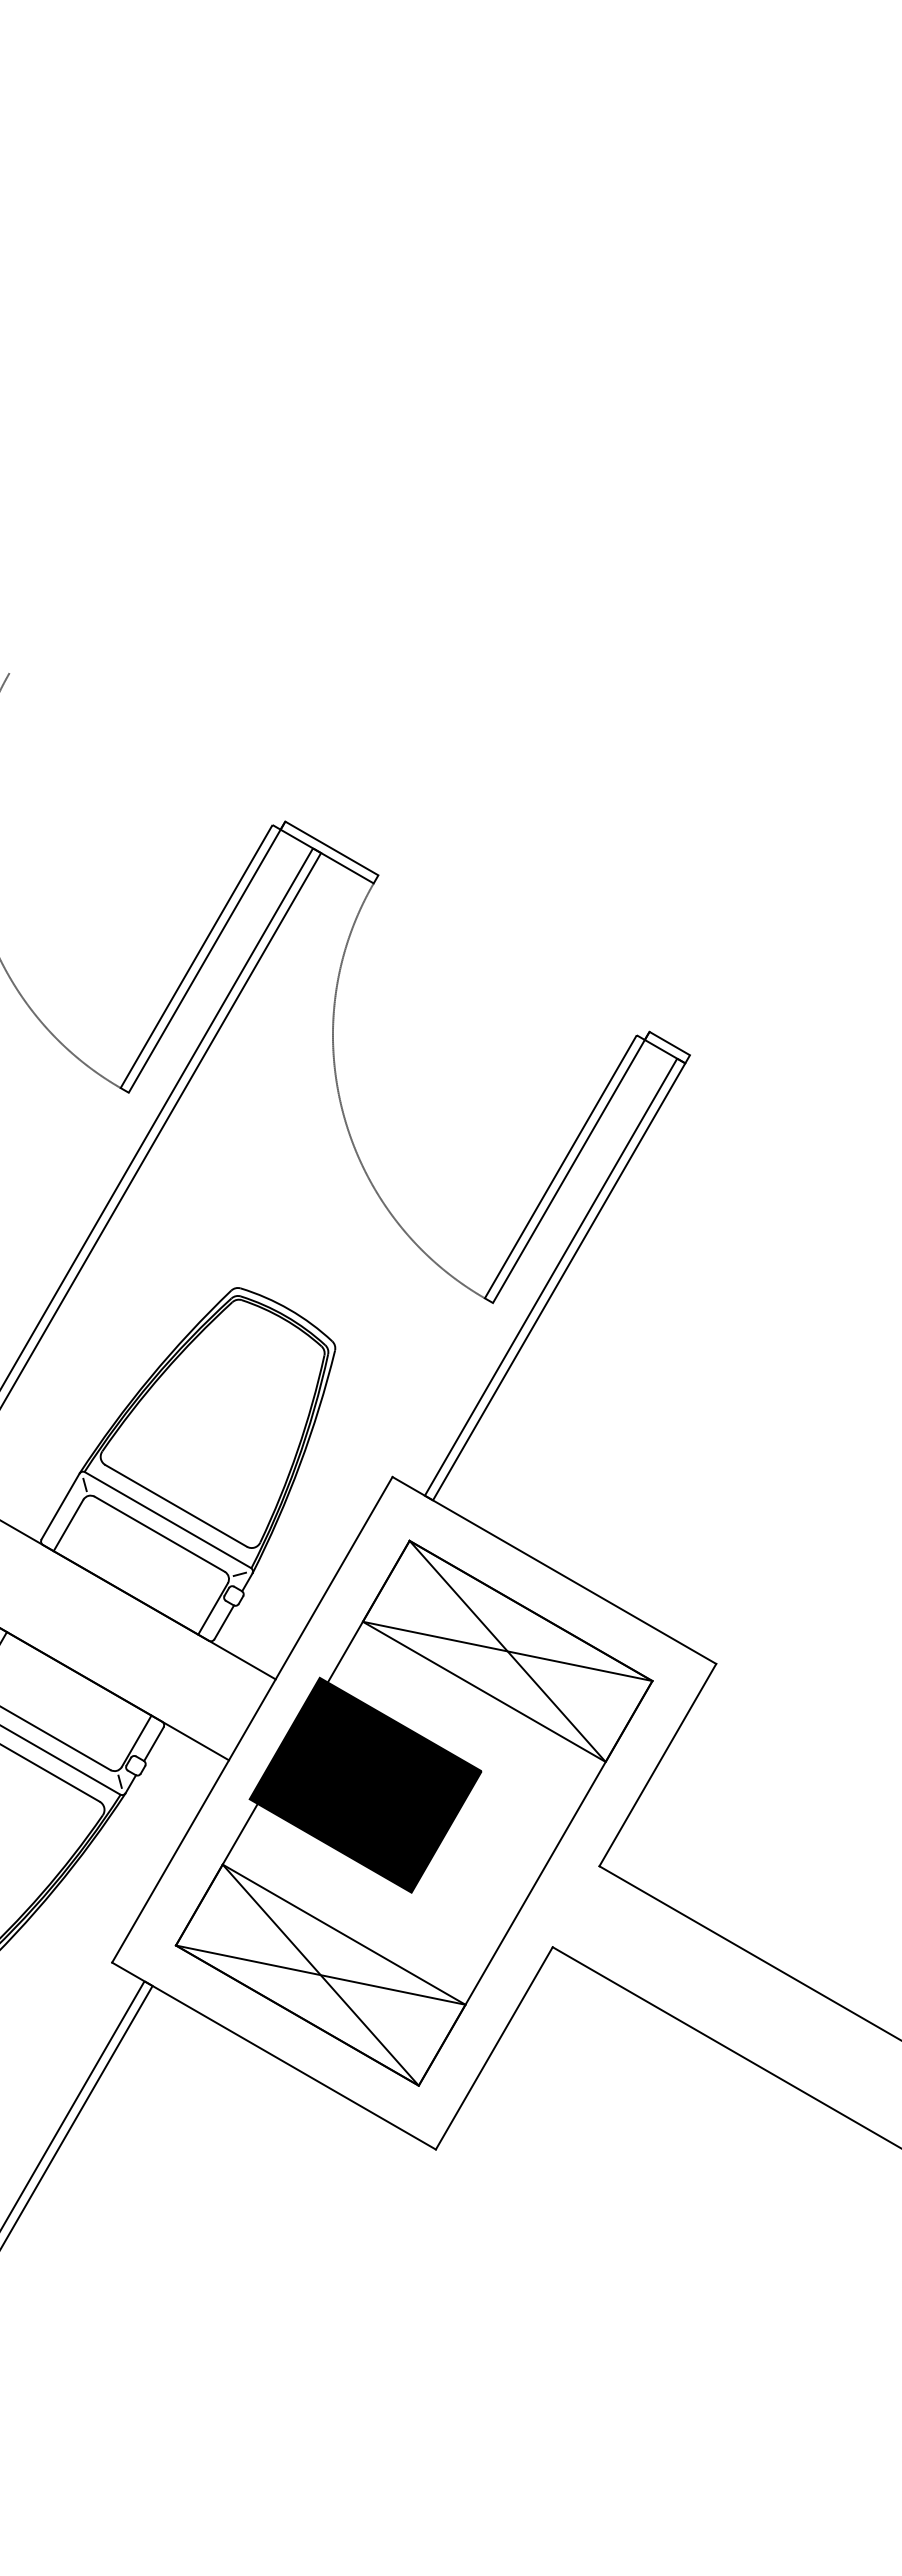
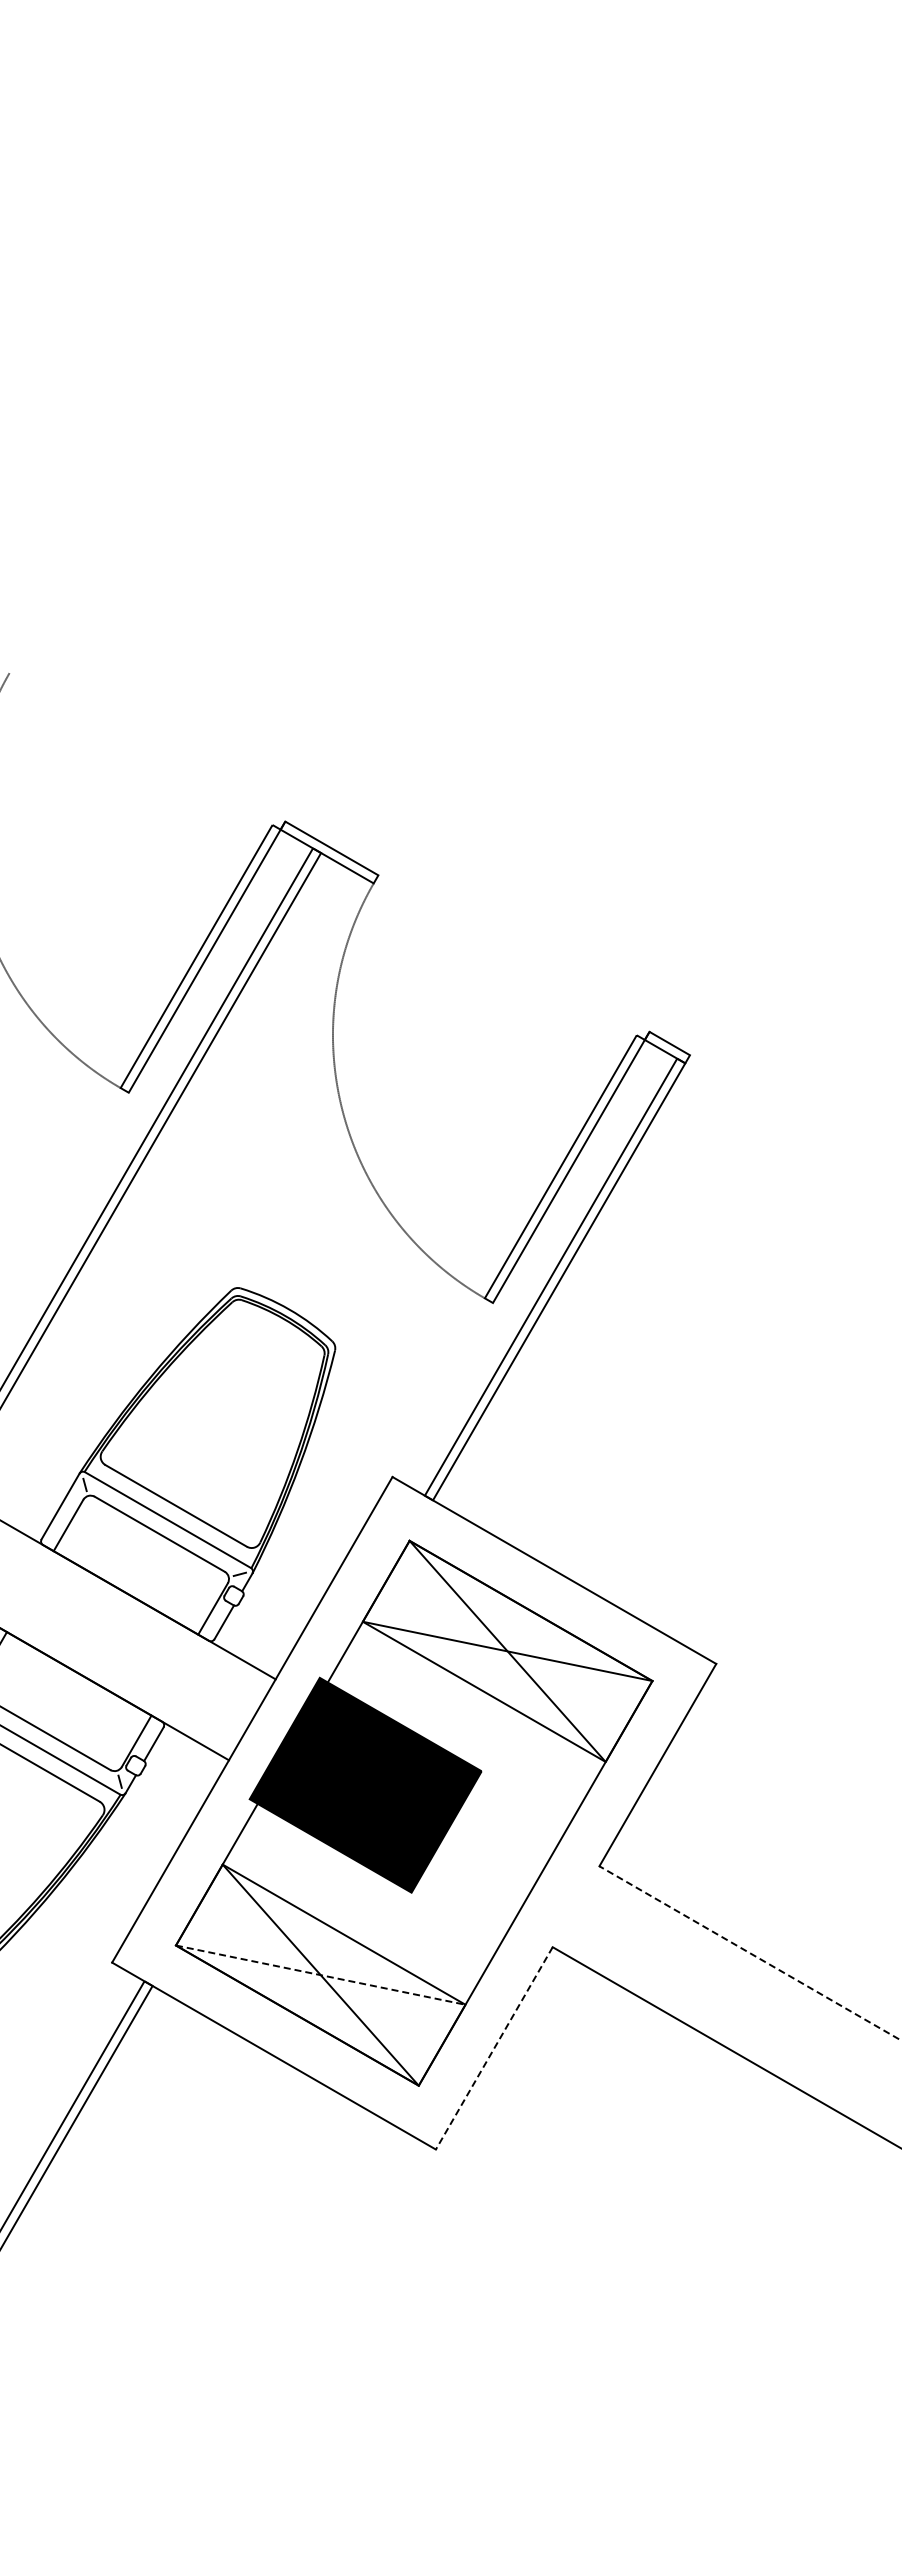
line at (749, 1953): solid -> dashed
line at (320, 1975): solid -> dashed
line at (494, 2048): solid -> dashed
